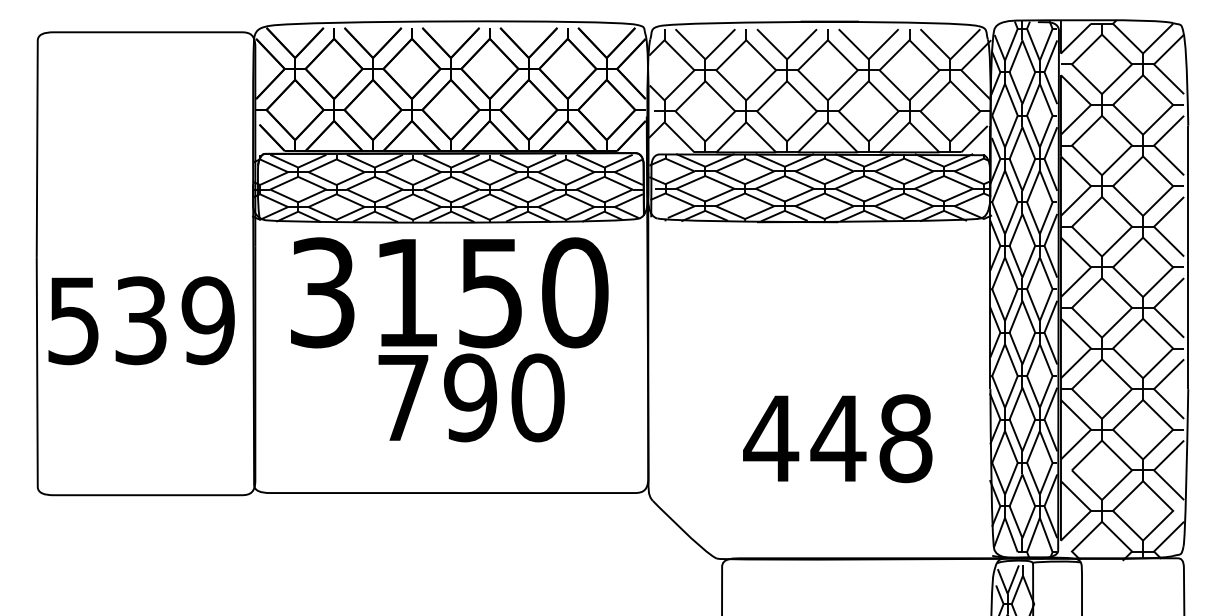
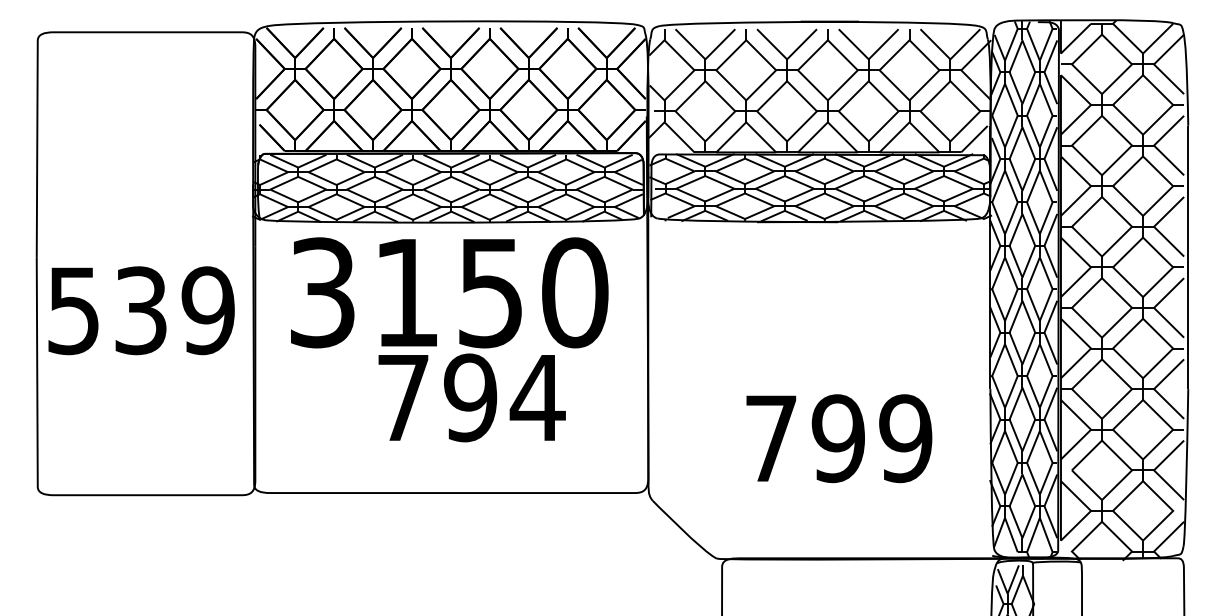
text at (141, 320) position: (141, 320) -> (141, 310)
text at (537, 397): 790 -> 794
text at (837, 438): 448 -> 799
